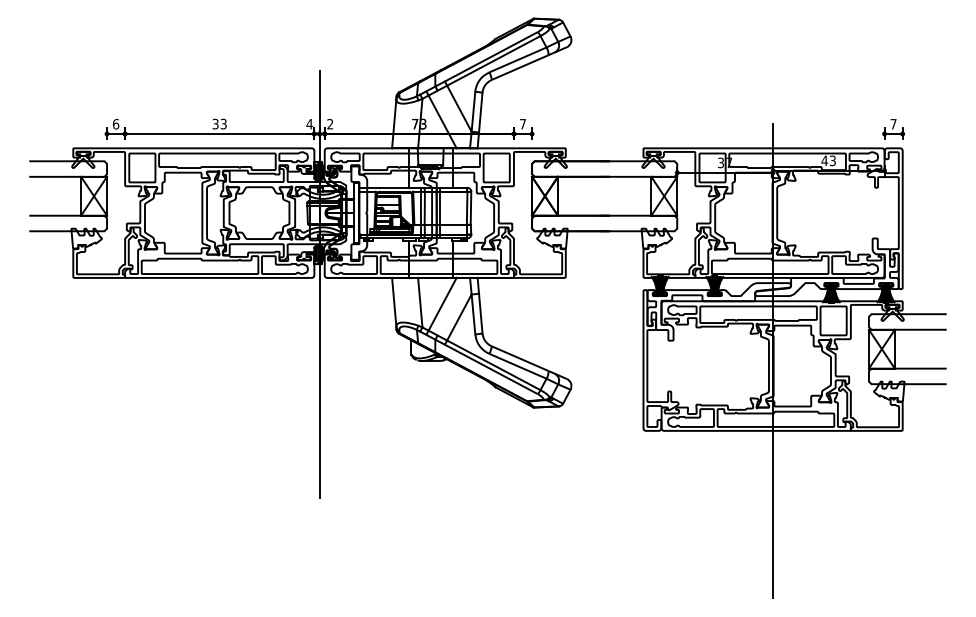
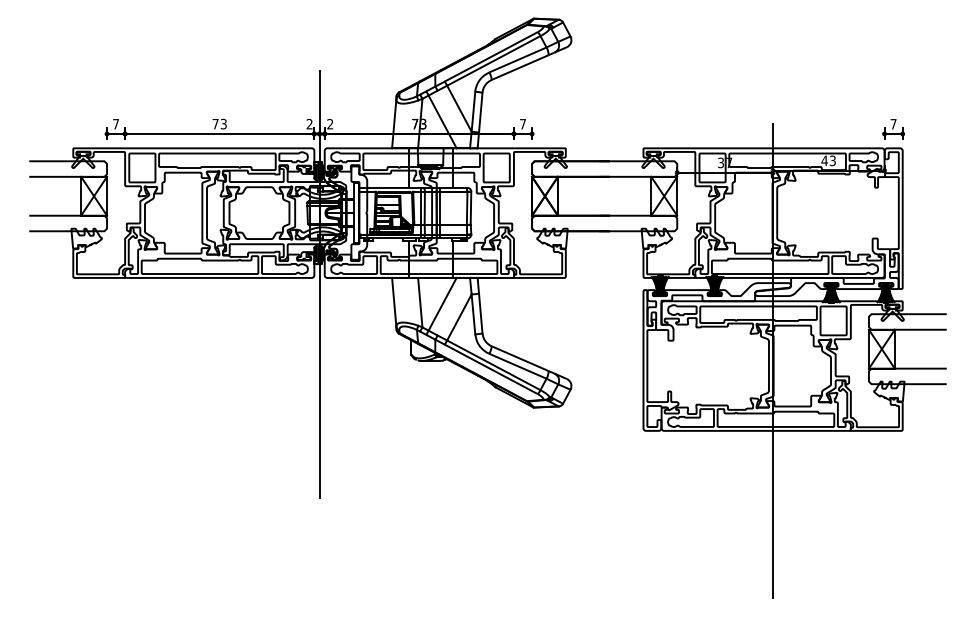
text at (215, 123): 33 -> 73
text at (116, 124): 6 -> 7
text at (309, 124): 4 -> 2
